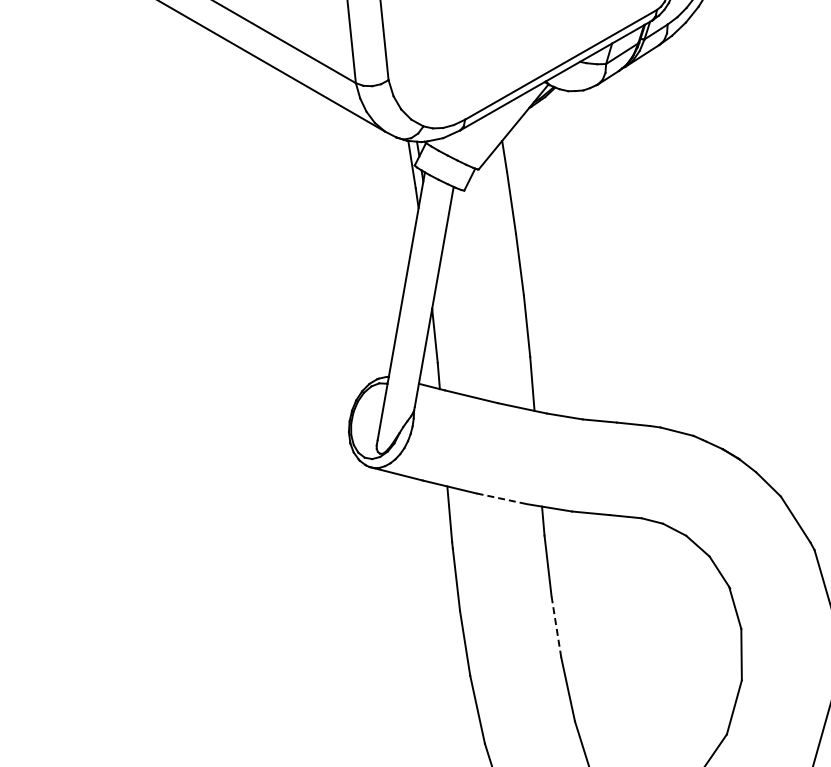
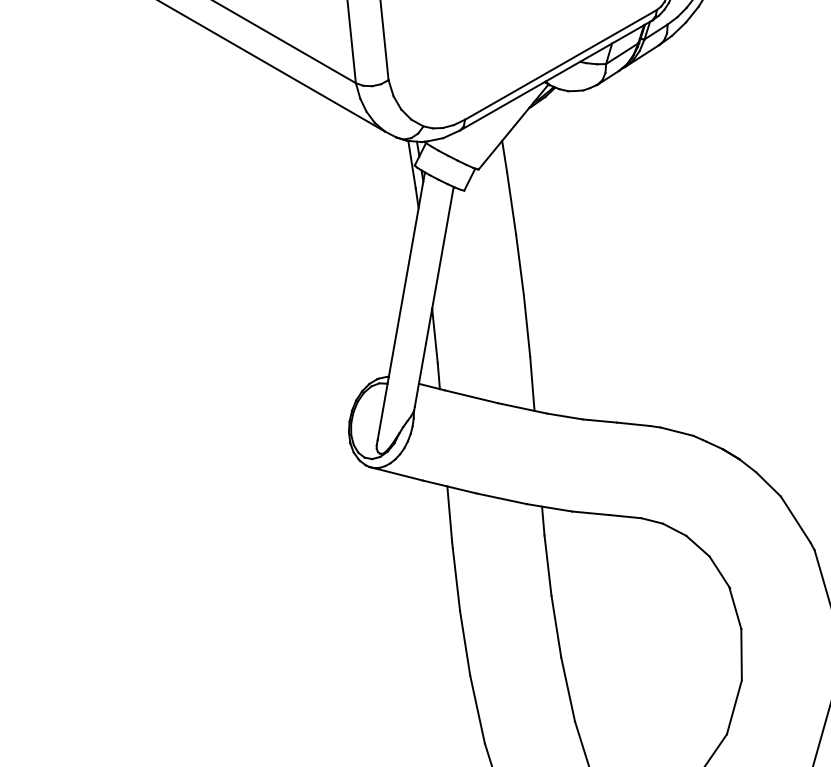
line at (501, 498): dashed -> solid
line at (556, 626): dashed -> solid
